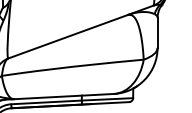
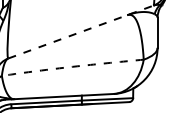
line at (81, 31): solid -> dashed
line at (71, 66): solid -> dashed
